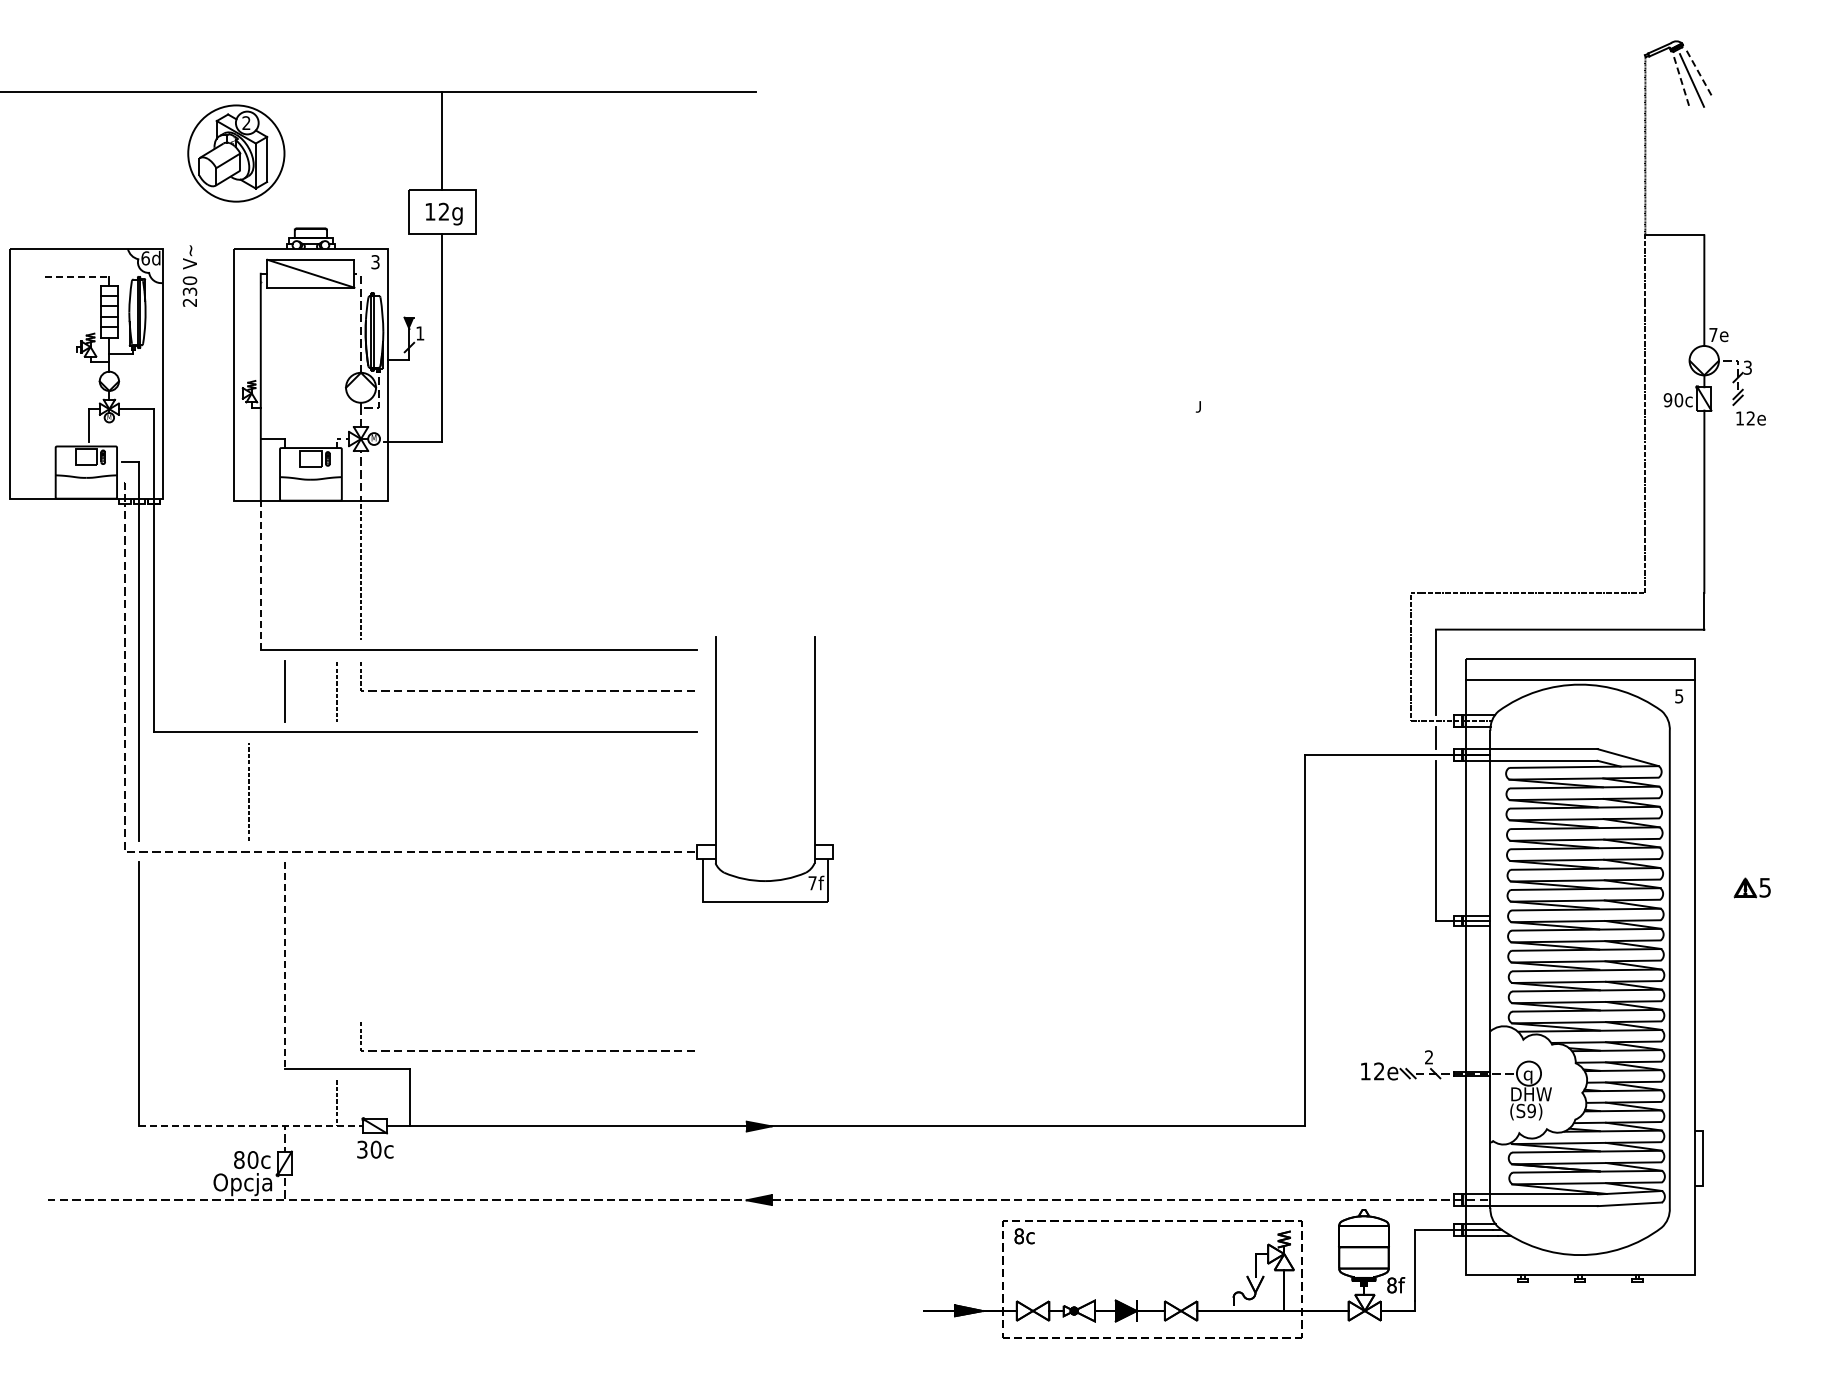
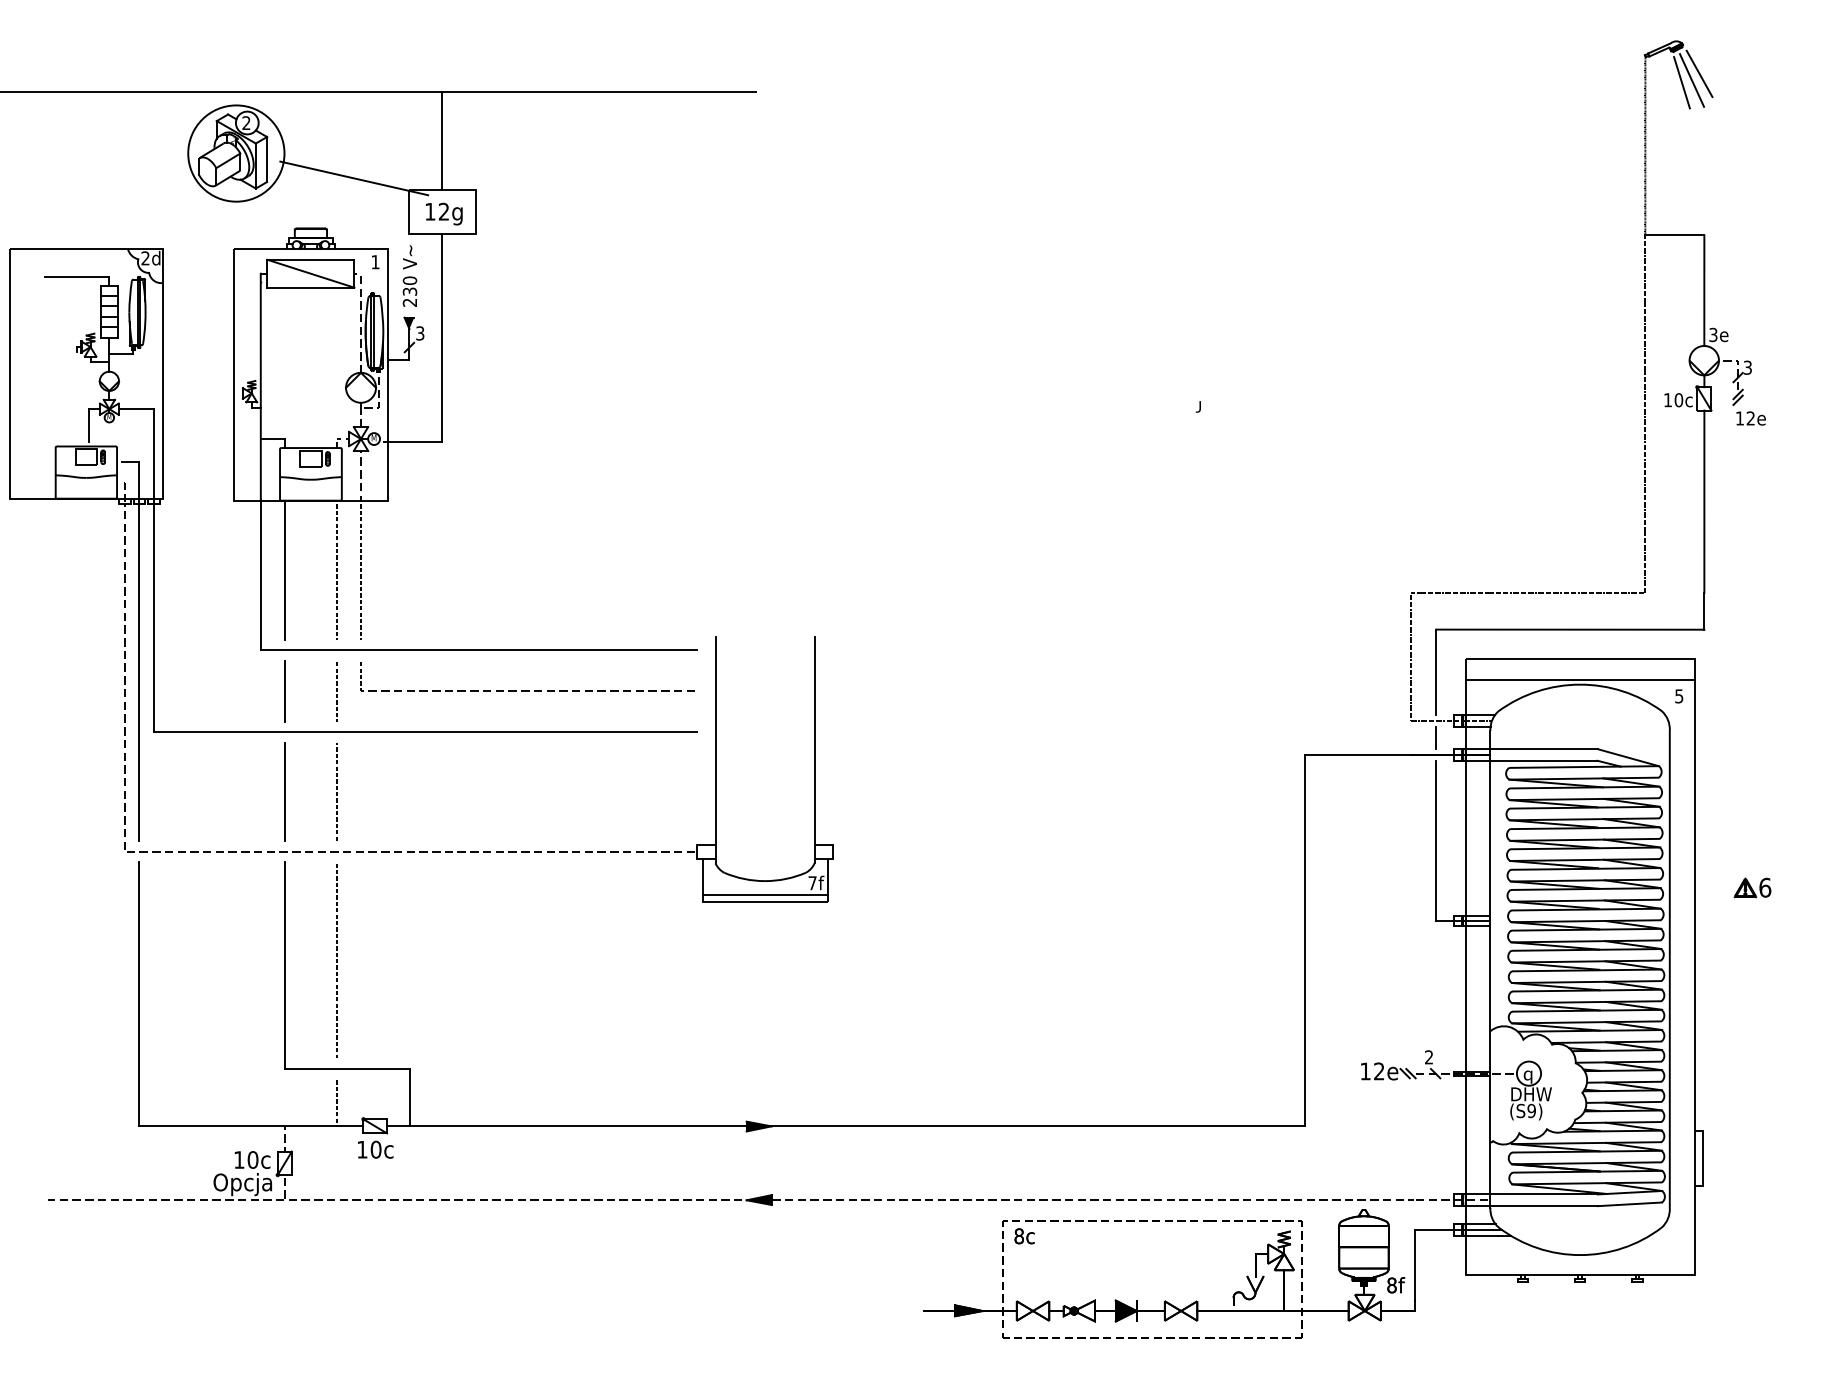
line at (1699, 74): dashed -> solid
line at (1681, 82): dashed -> solid
line at (354, 178): none -> present
text at (145, 258): 6d -> 2d
text at (375, 262): 3 -> 1
text at (189, 275) position: (189, 275) -> (409, 275)
line at (77, 277): dashed -> solid
text at (420, 333): 1 -> 3
text at (1713, 334): 7e -> 3e
text at (1667, 400): 90c -> 10c
line at (284, 569): none -> present
line at (337, 569): none -> present
line at (260, 575): dashed -> solid
line at (284, 791): none -> present
line at (248, 792) position: (248, 792) -> (336, 792)
text at (1765, 887): 5 -> 6
line at (764, 894): none -> present
line at (336, 960): none -> present
line at (284, 965): dashed -> solid
part at (527, 1050): present -> none
line at (251, 1126): dashed -> solid
text at (362, 1149): 30c -> 10c
text at (239, 1159): 80c -> 10c
